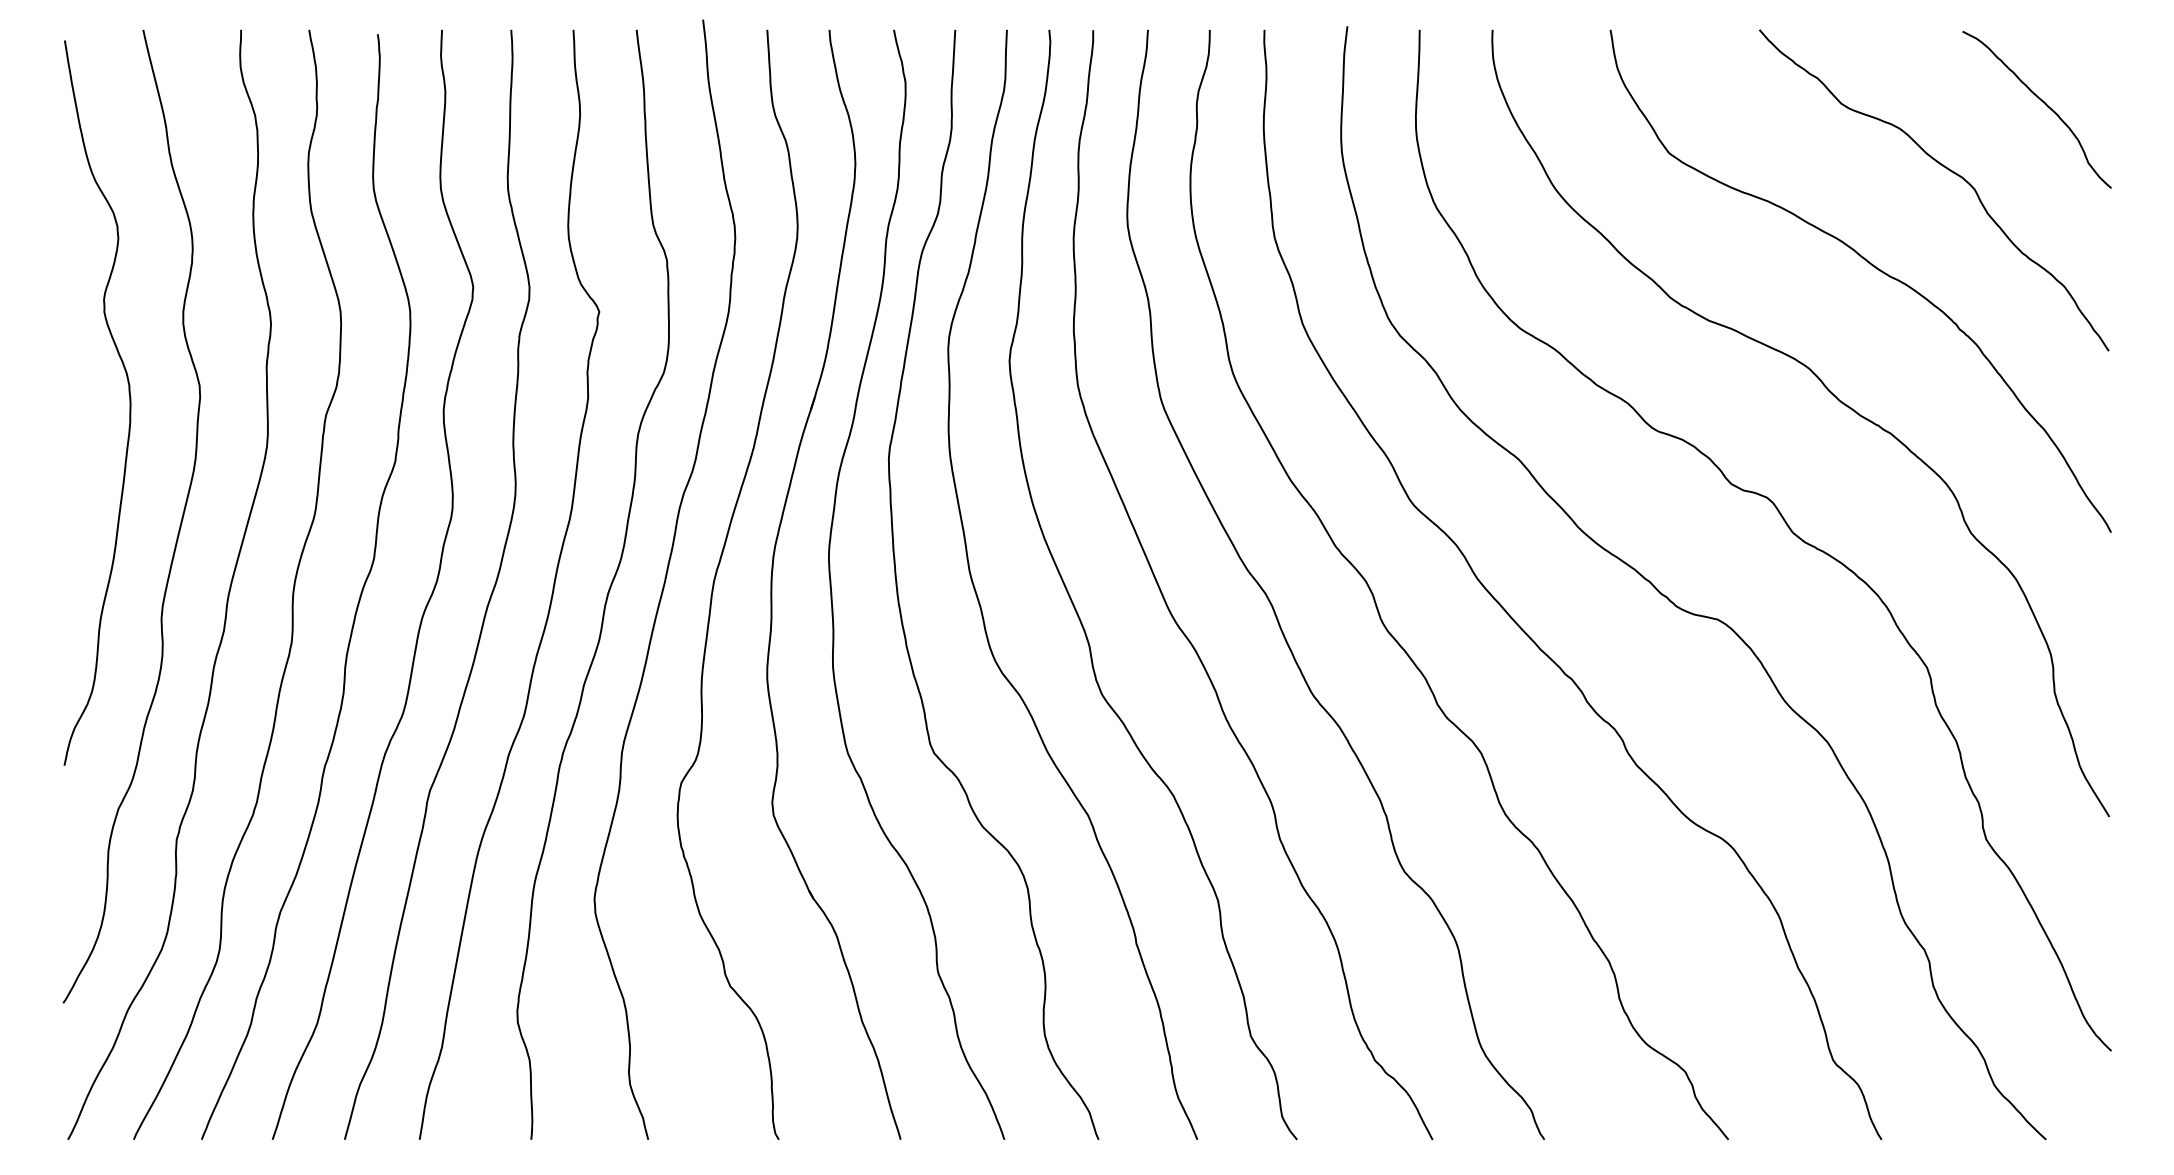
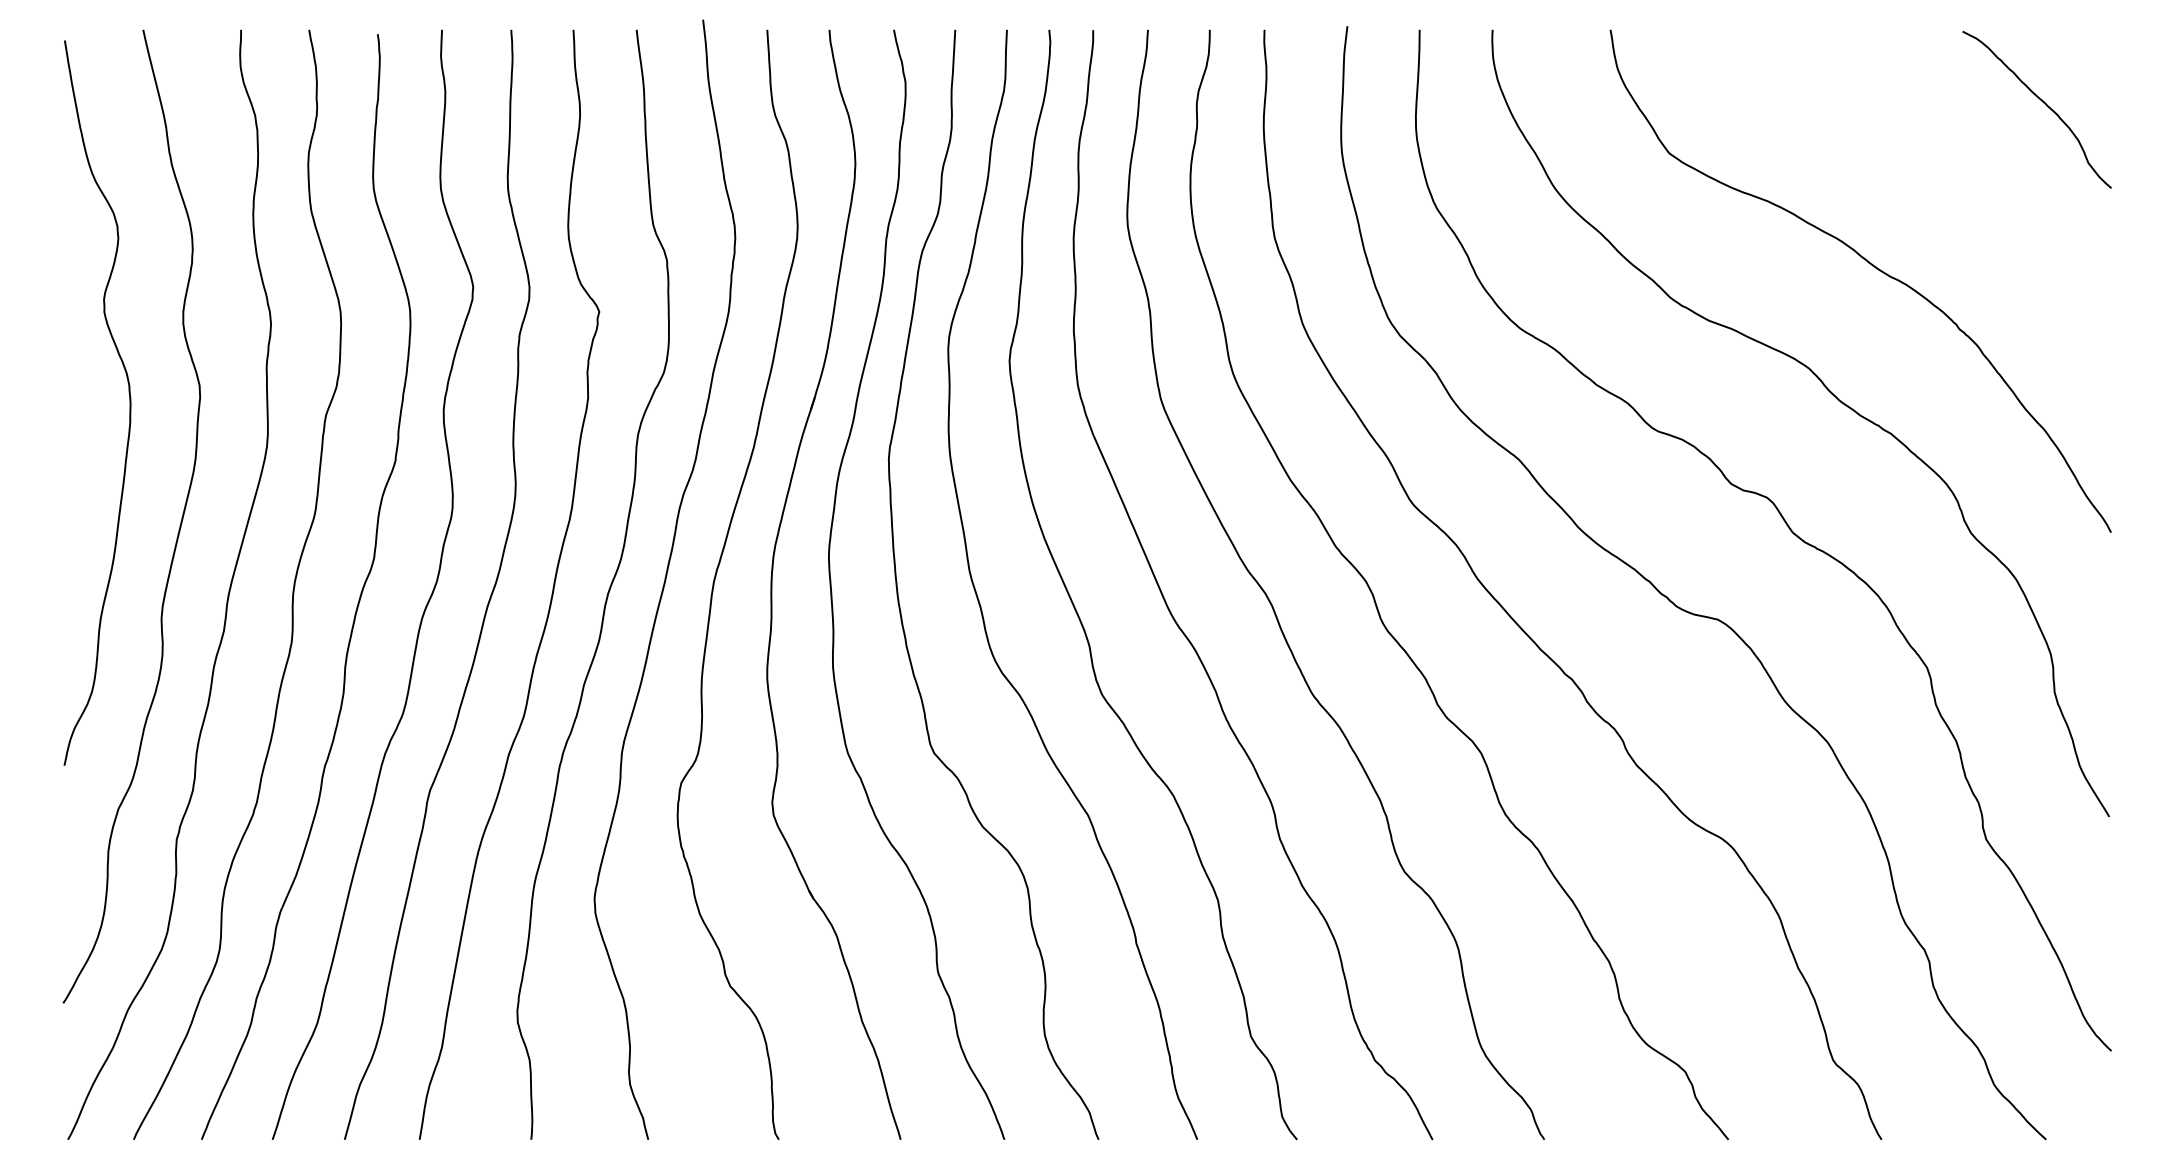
curve at (1948, 170): present -> none
